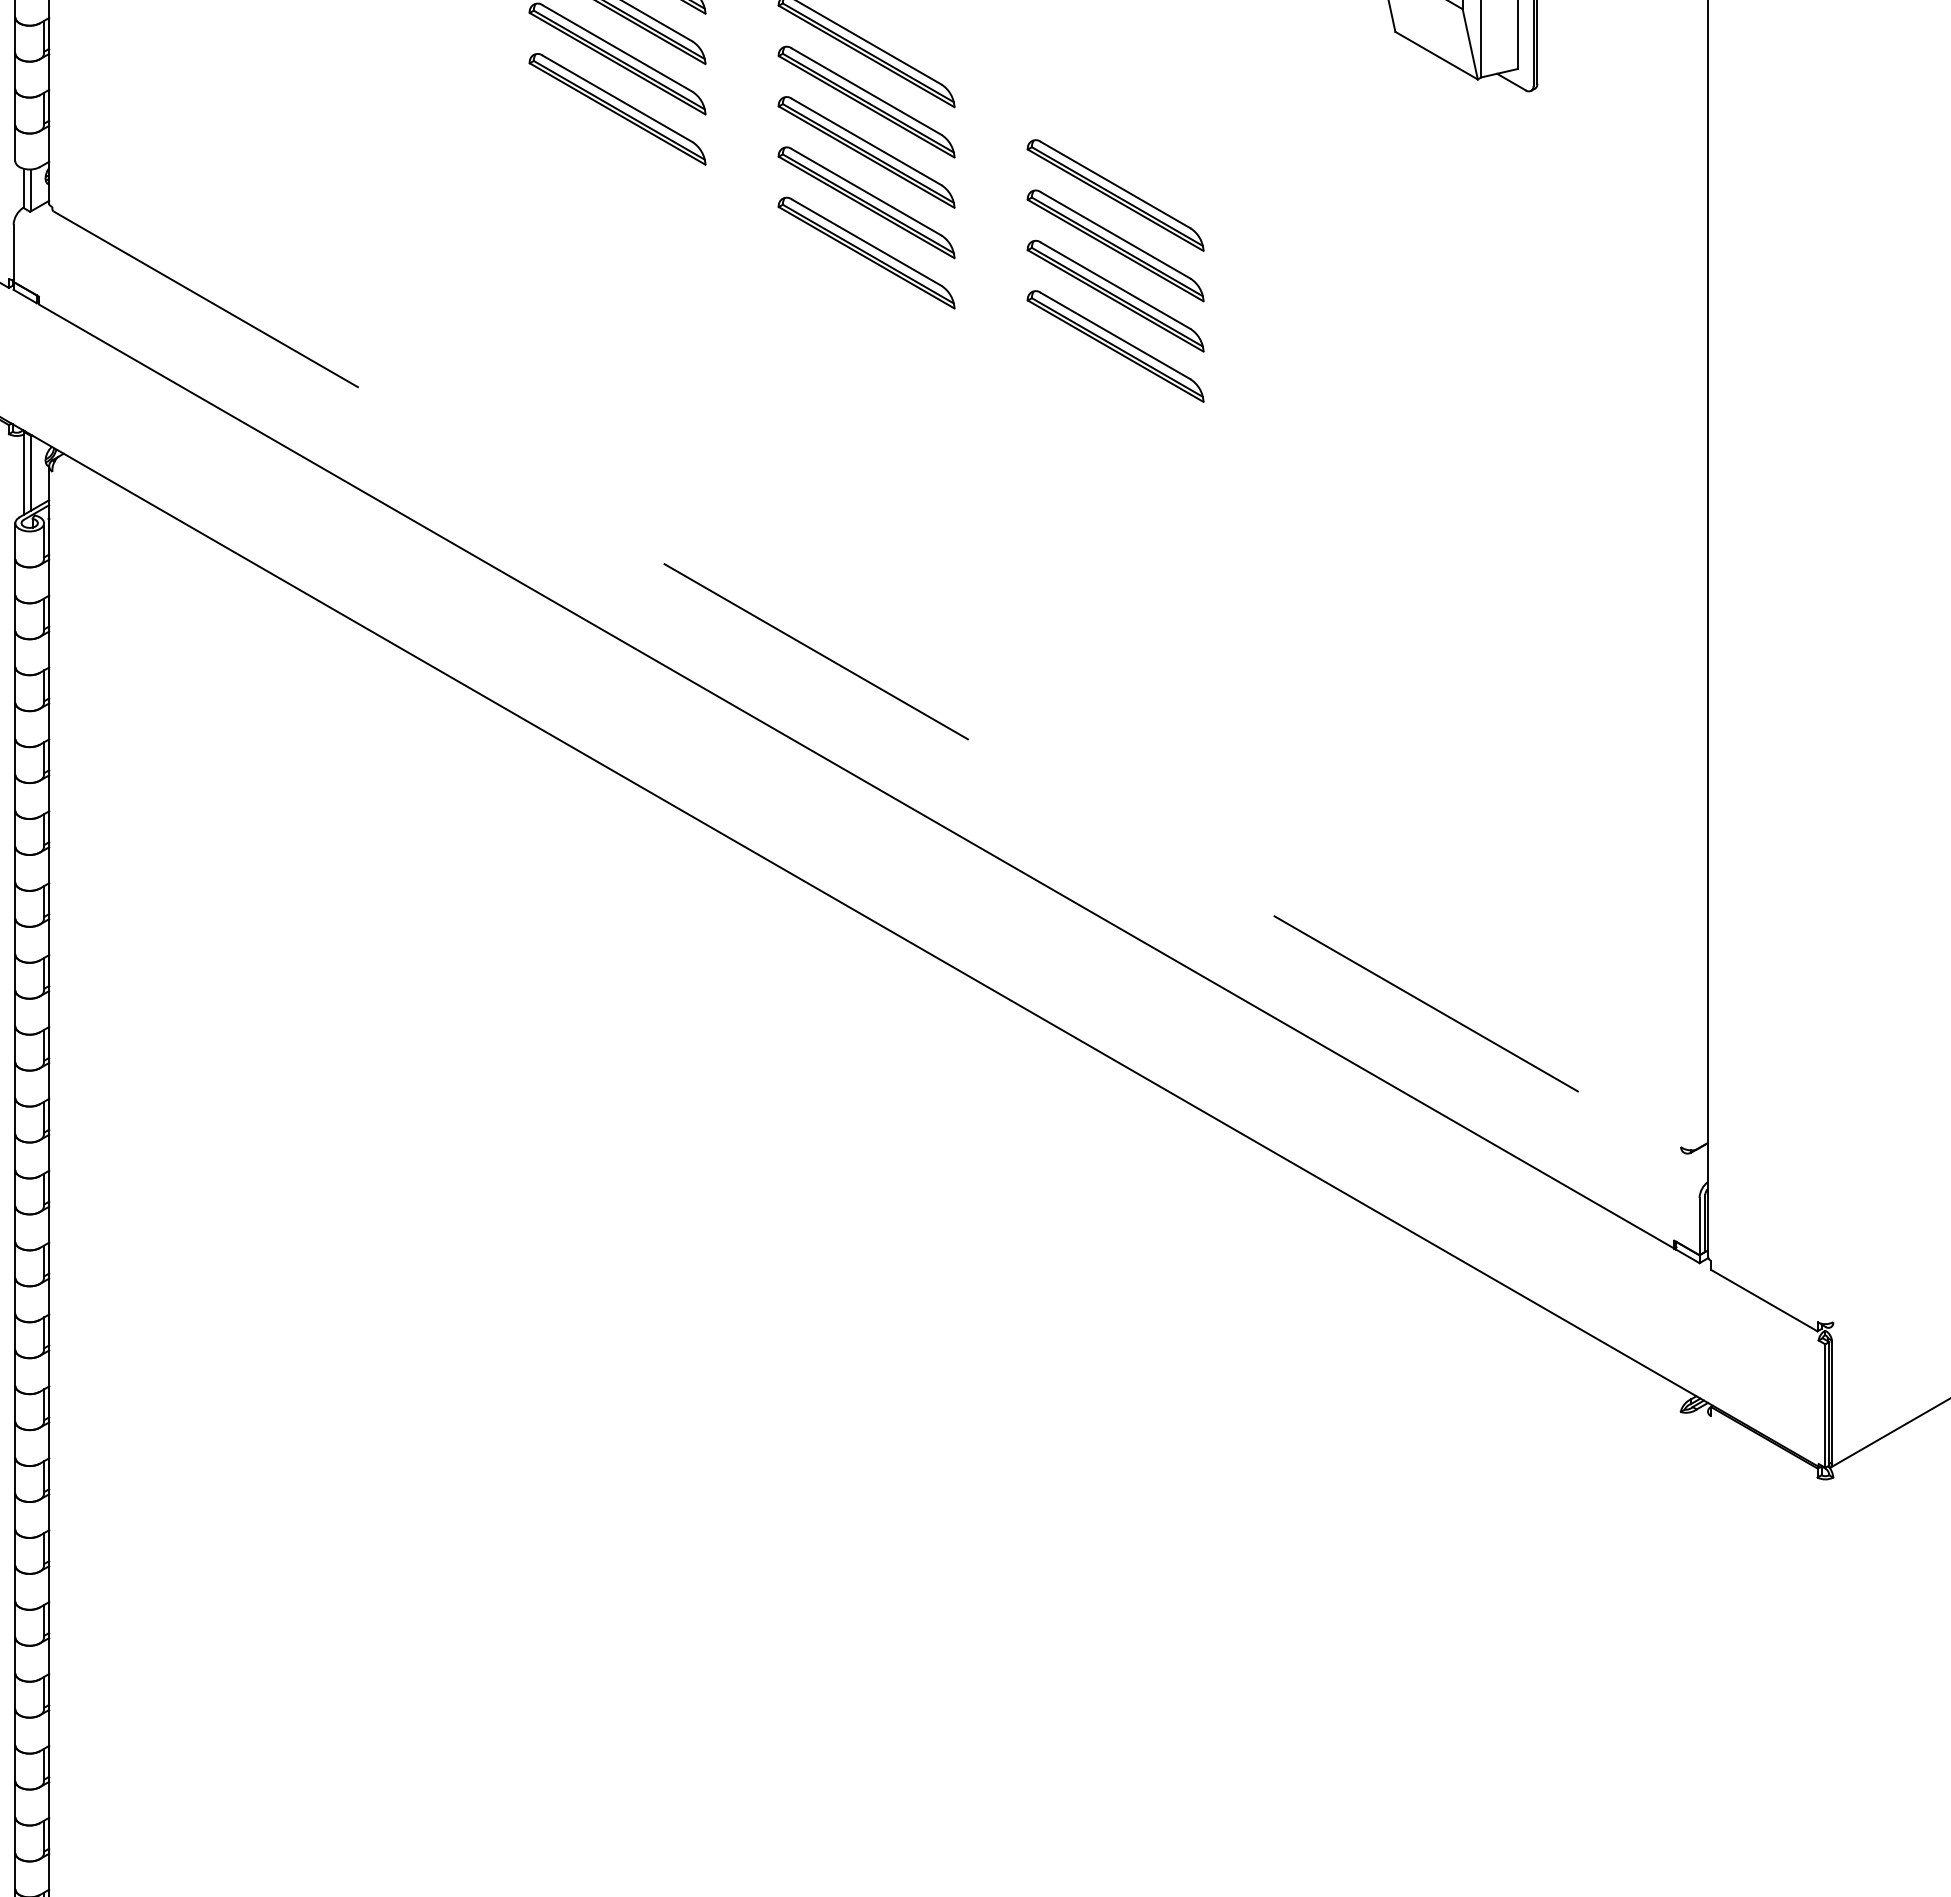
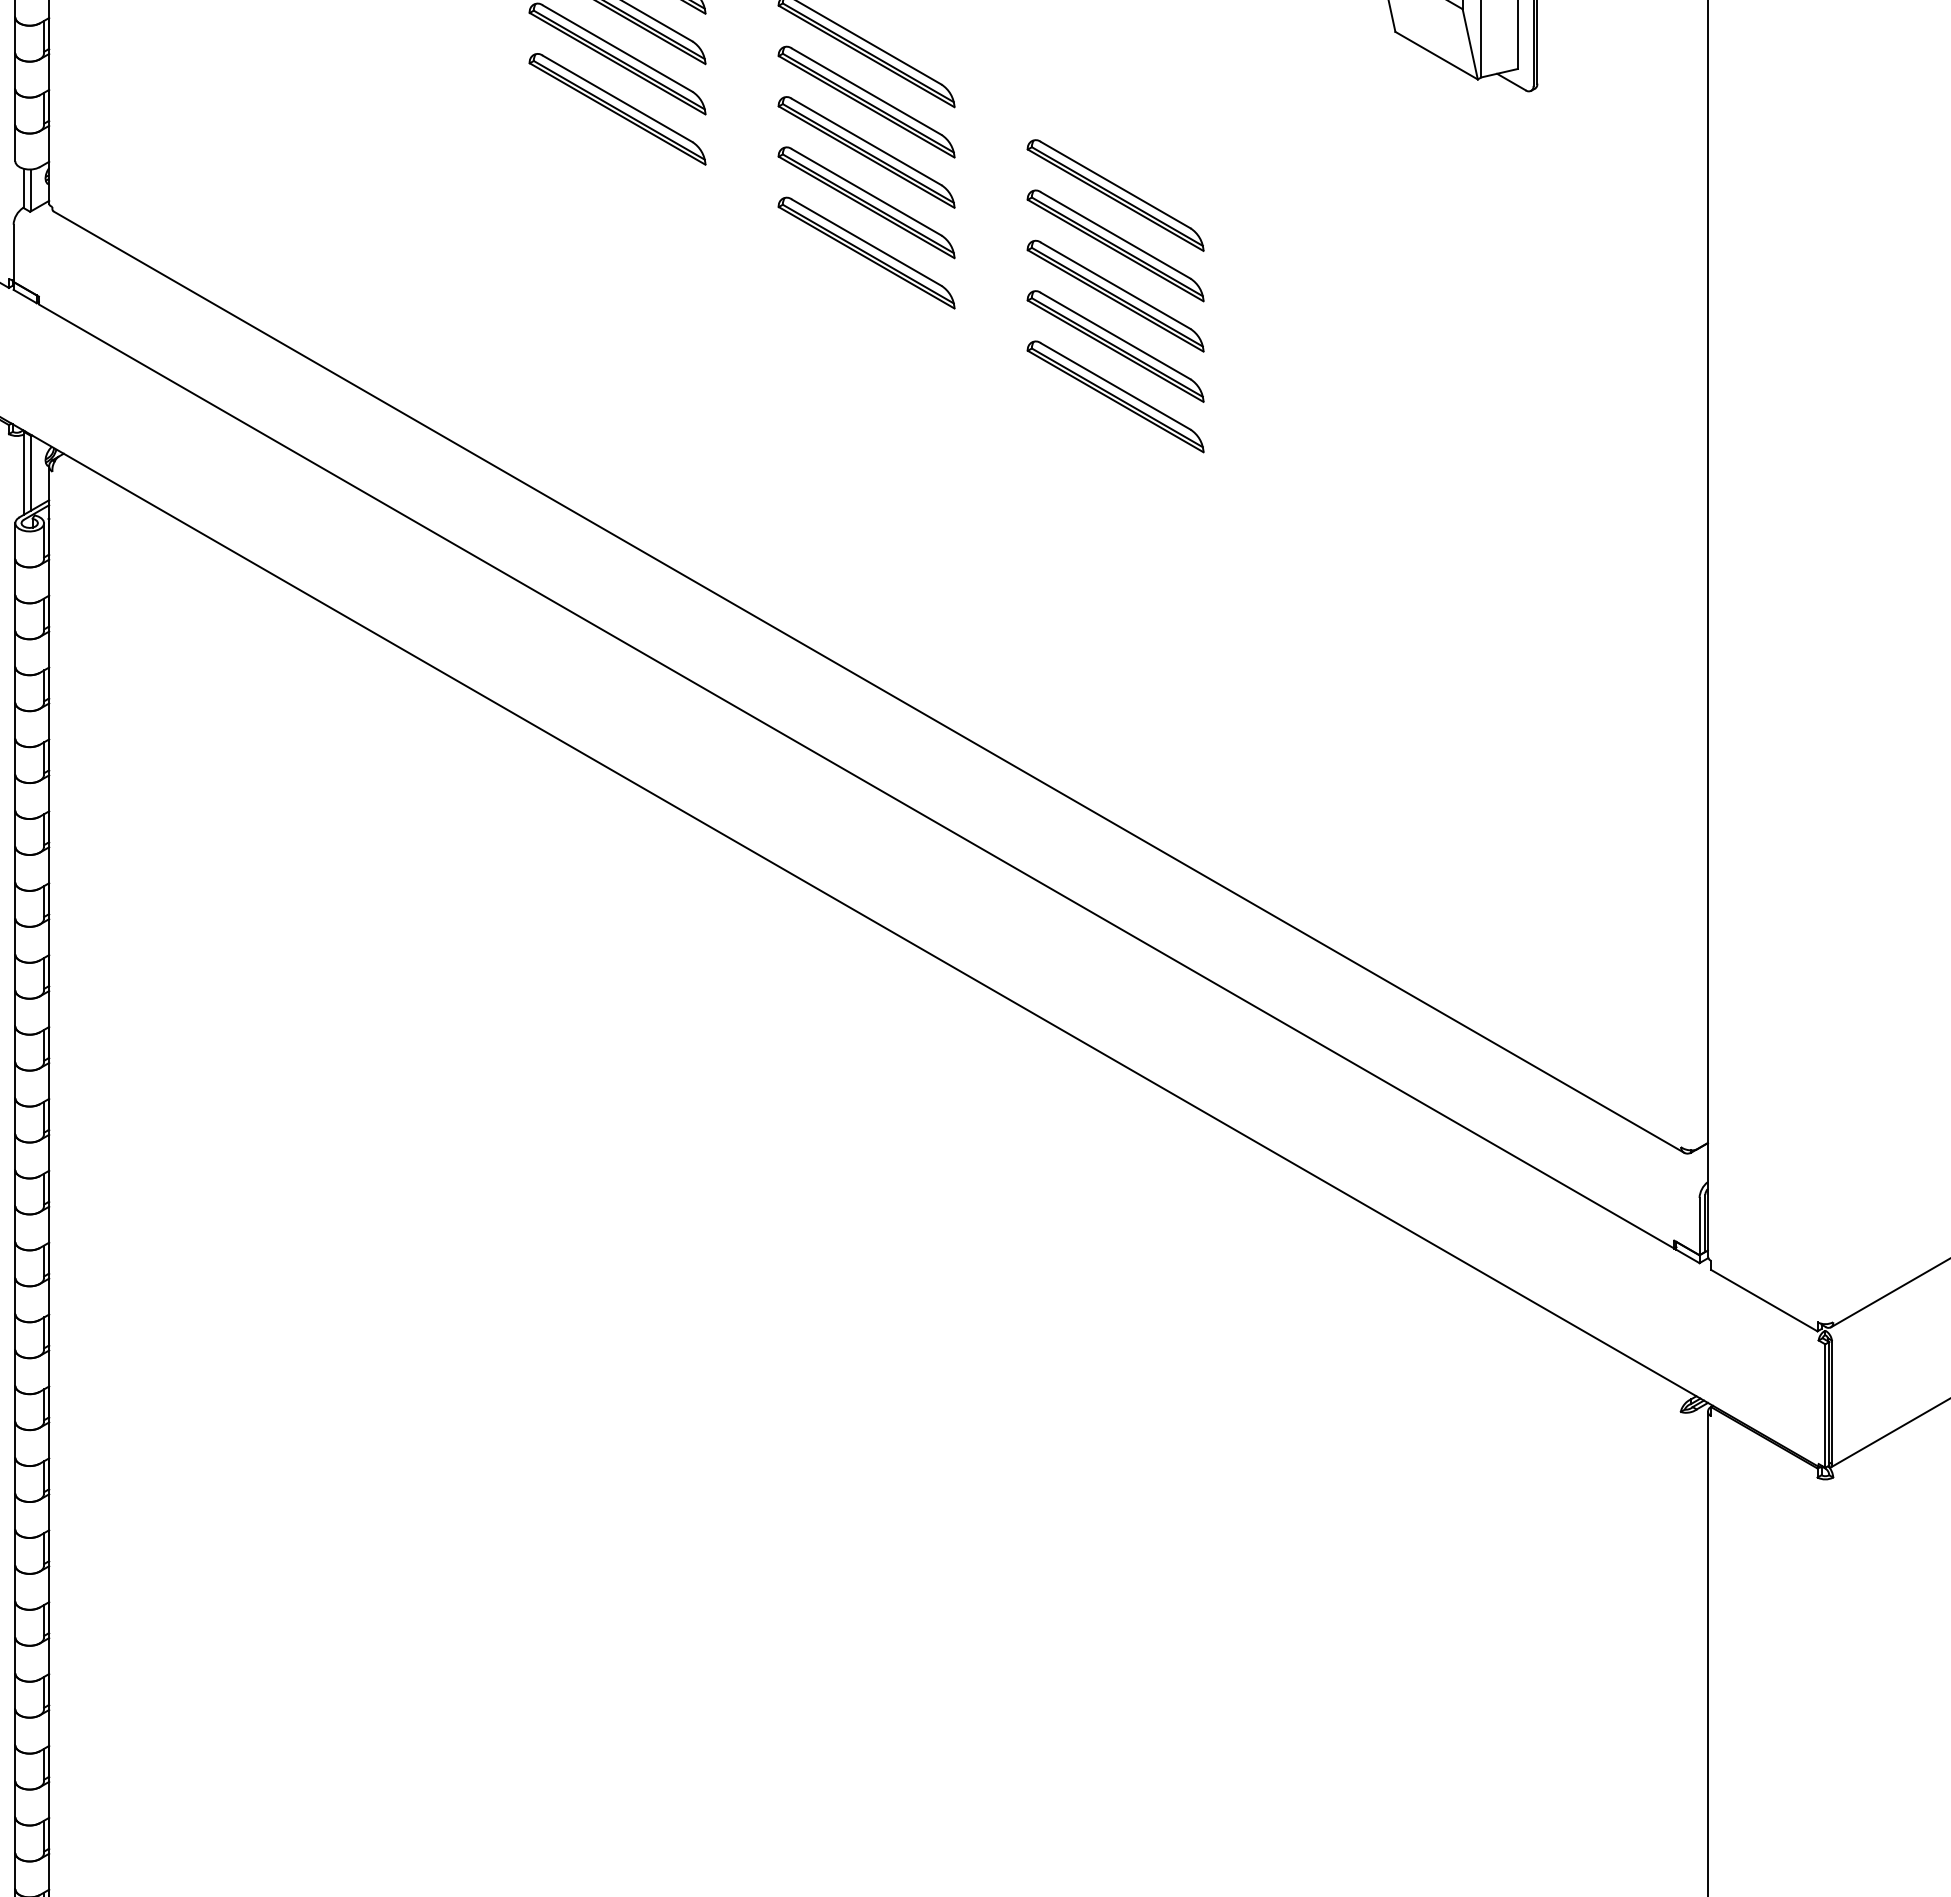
part at (1115, 396): none -> present
line at (869, 682): dashed -> solid
line at (1888, 1293): none -> present
line at (1707, 1652): none -> present
